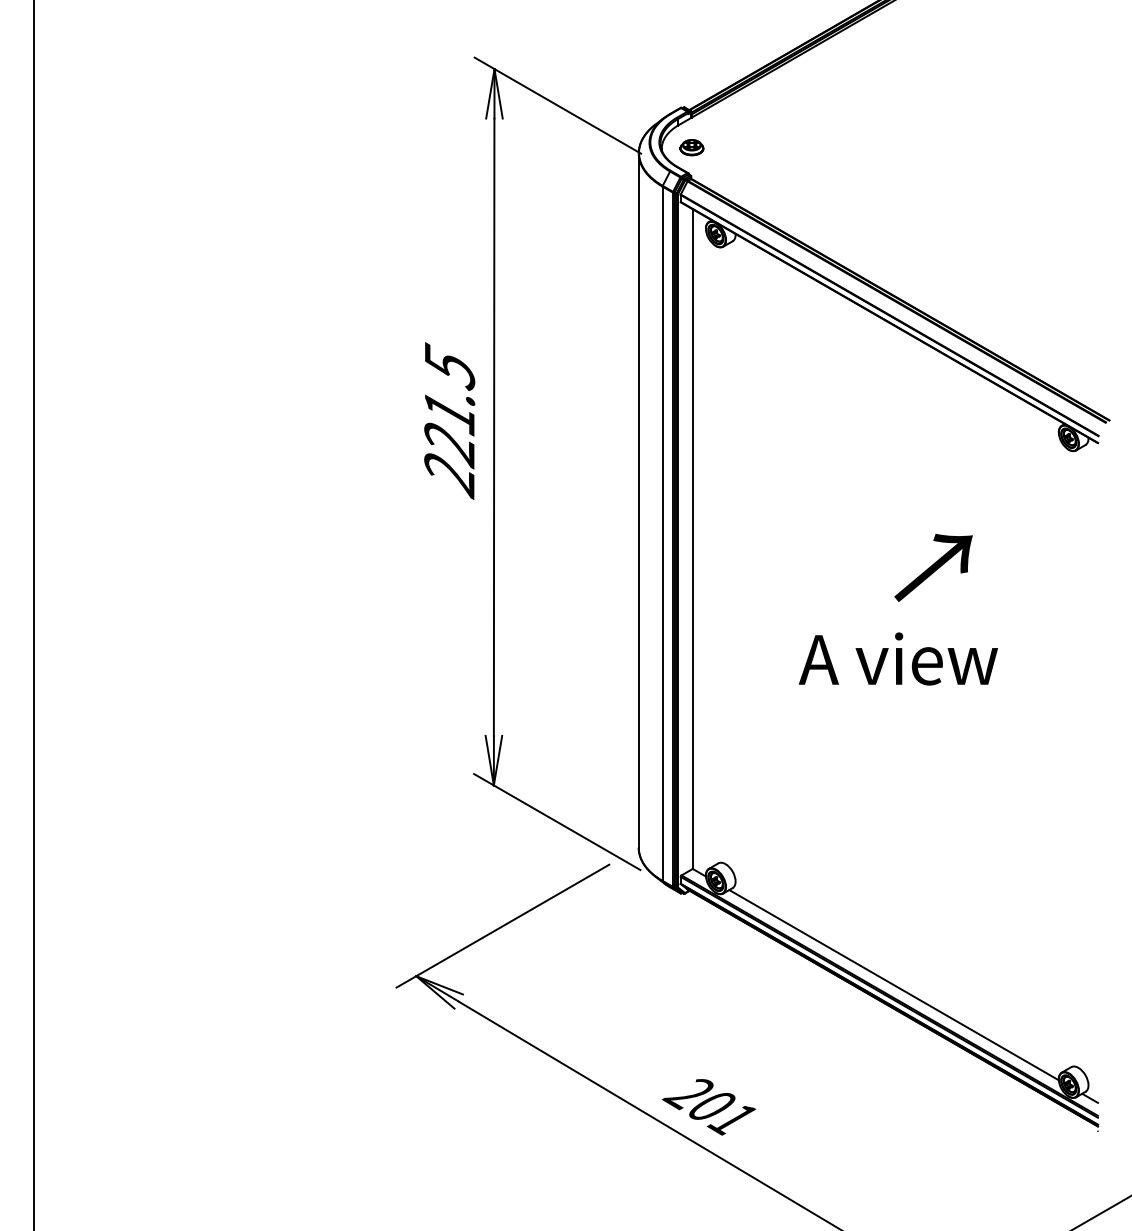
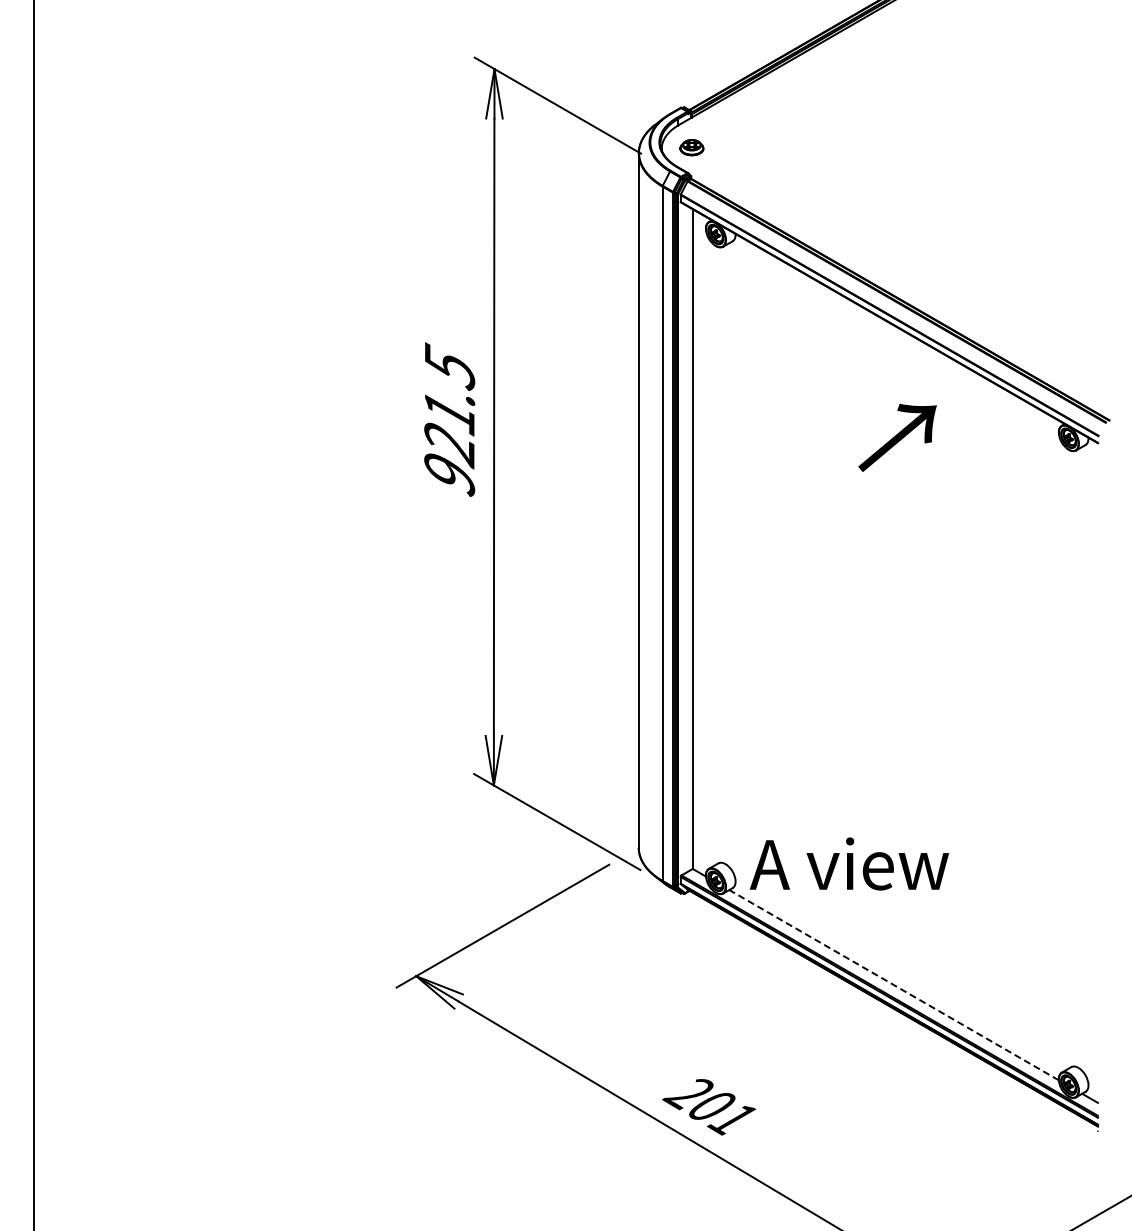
text at (449, 476): 221.5 -> 921.5
text at (933, 567) position: (933, 567) -> (897, 437)
text at (897, 658) position: (897, 658) -> (848, 863)
line at (893, 984): solid -> dashed
